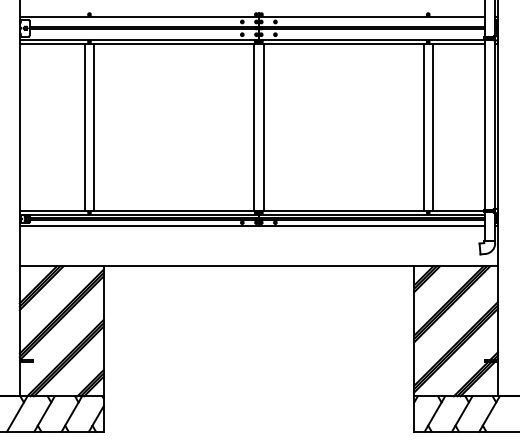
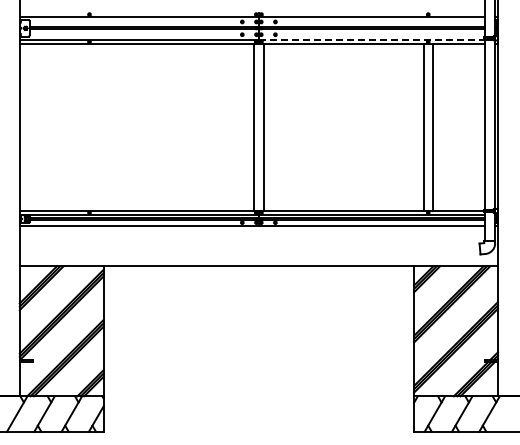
line at (371, 39): solid -> dashed
line at (84, 127): present -> none
line at (94, 127): present -> none
